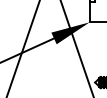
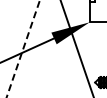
line at (23, 49): solid -> dashed
